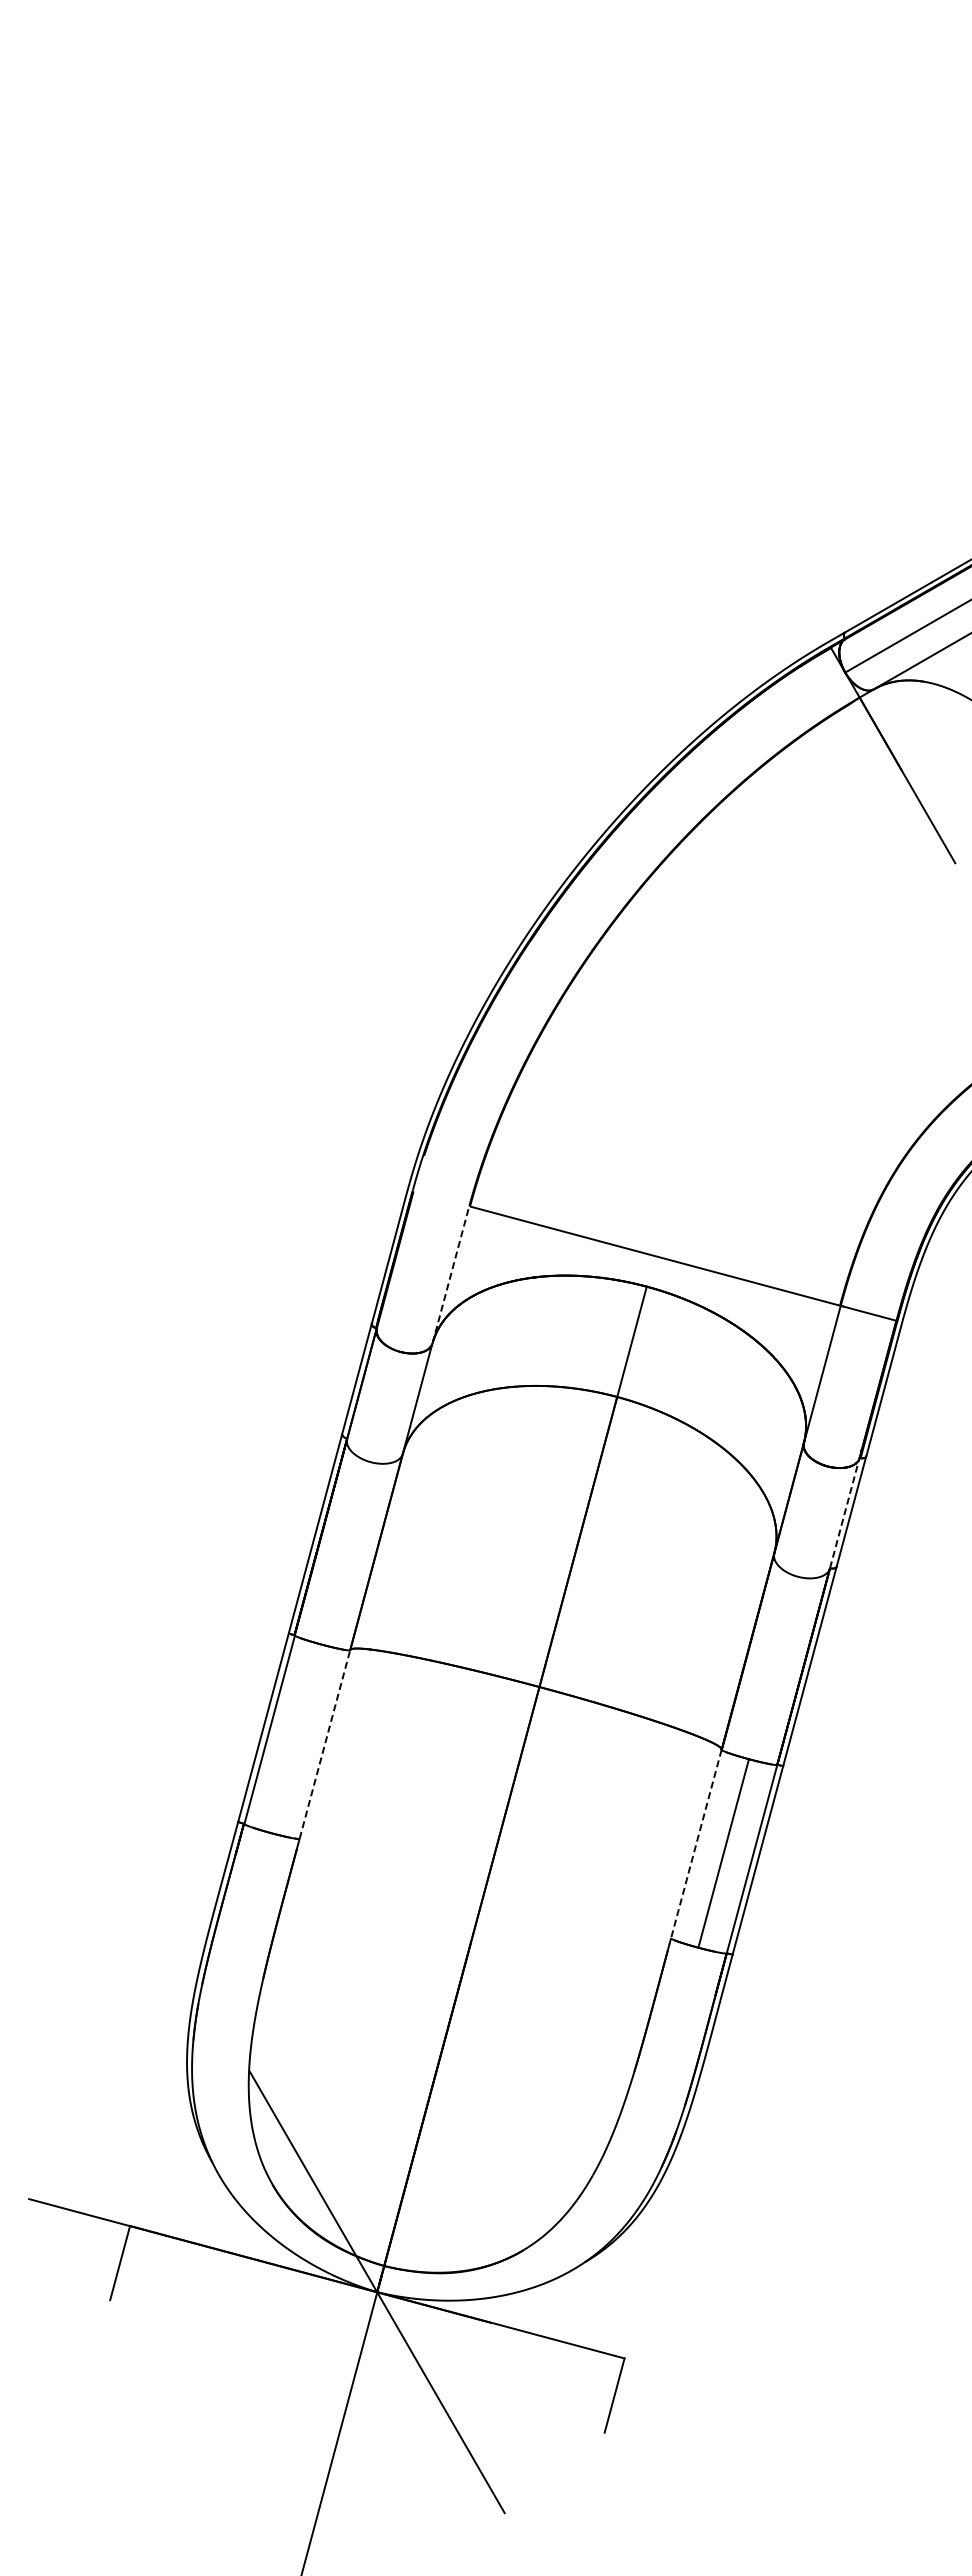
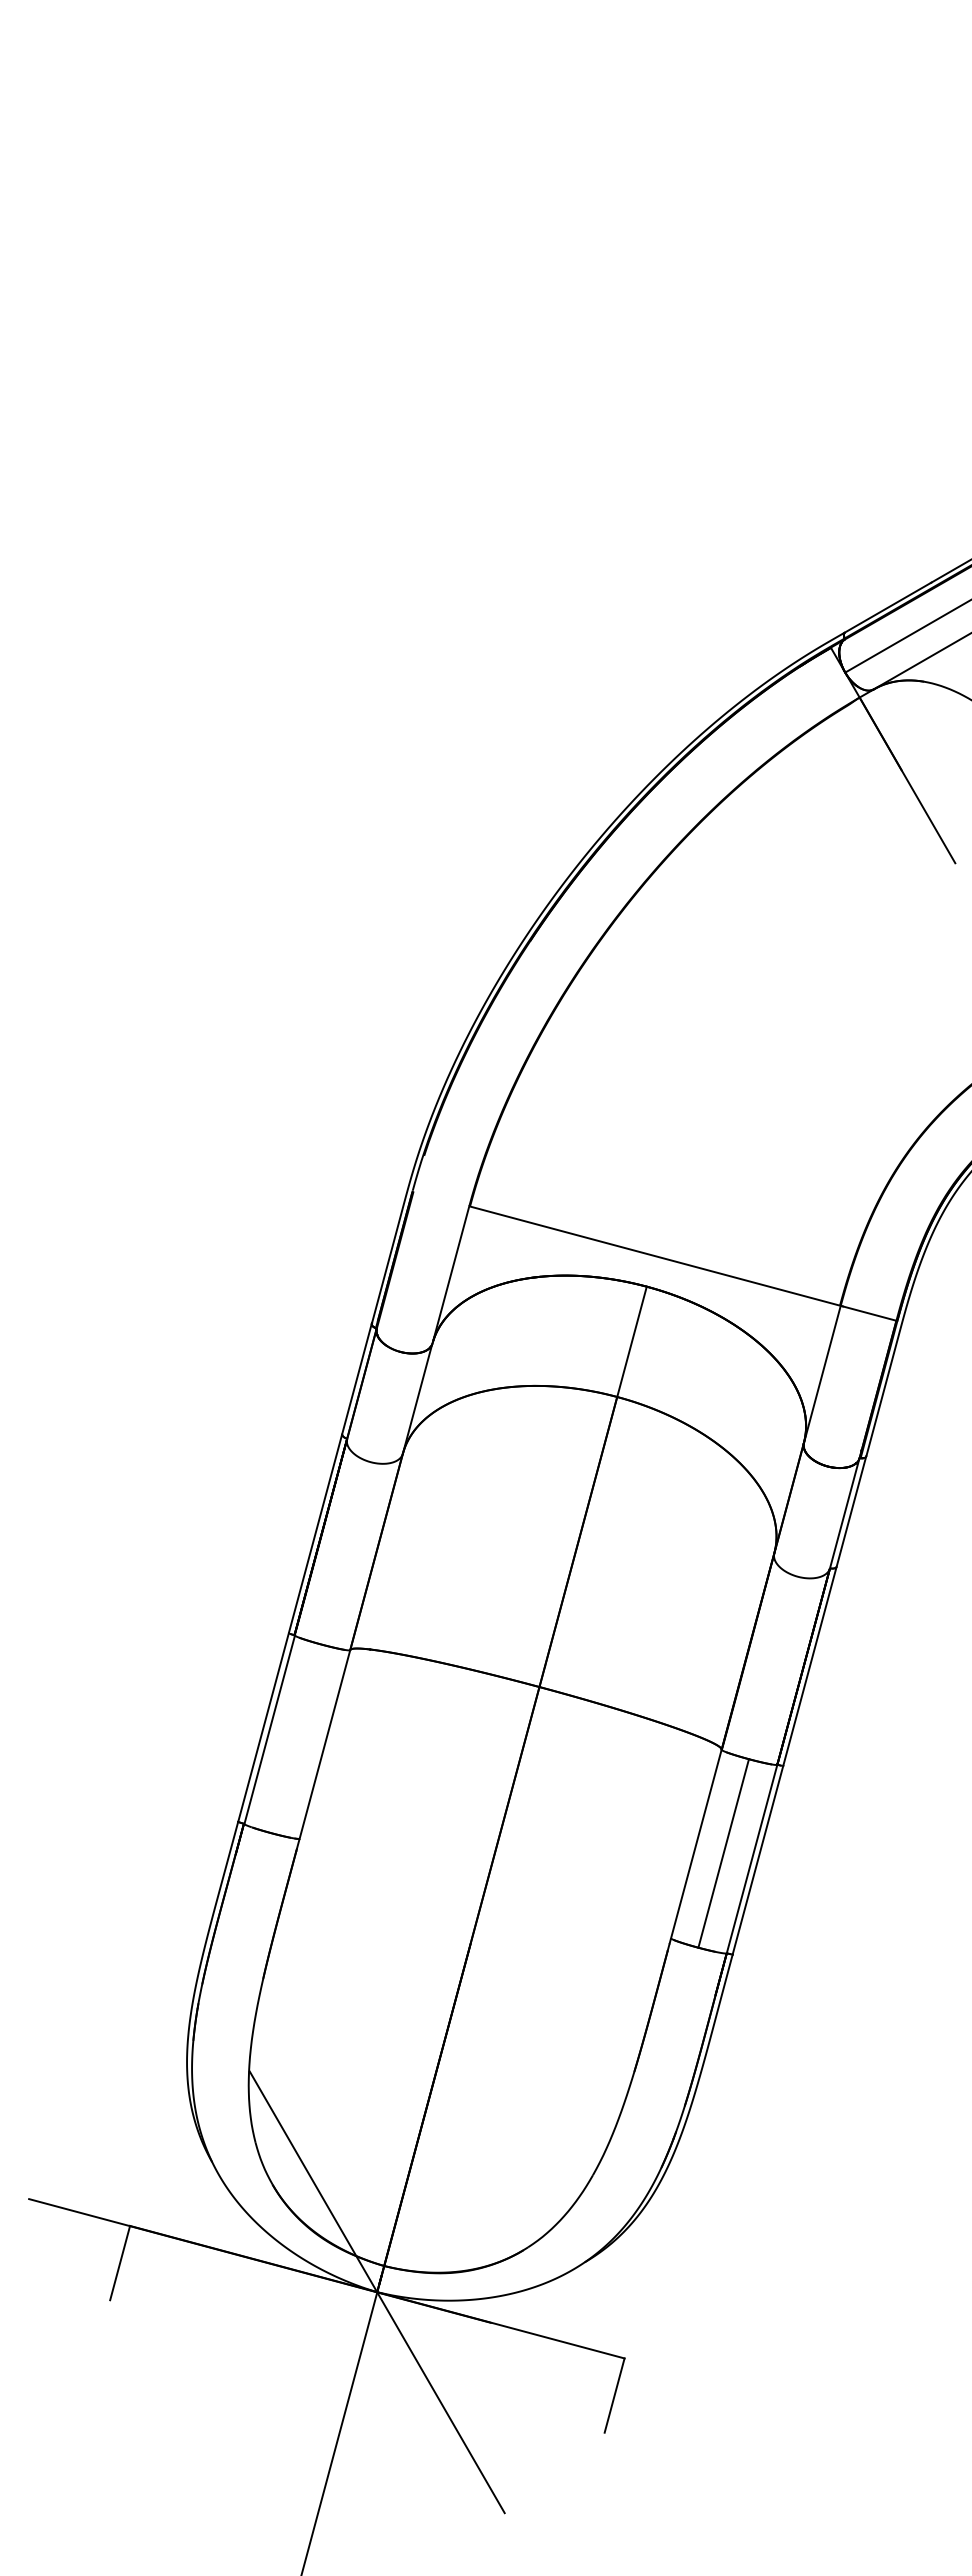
line at (450, 1274): dashed -> solid
line at (844, 1513): dashed -> solid
line at (324, 1744): dashed -> solid
line at (696, 1844): dashed -> solid
